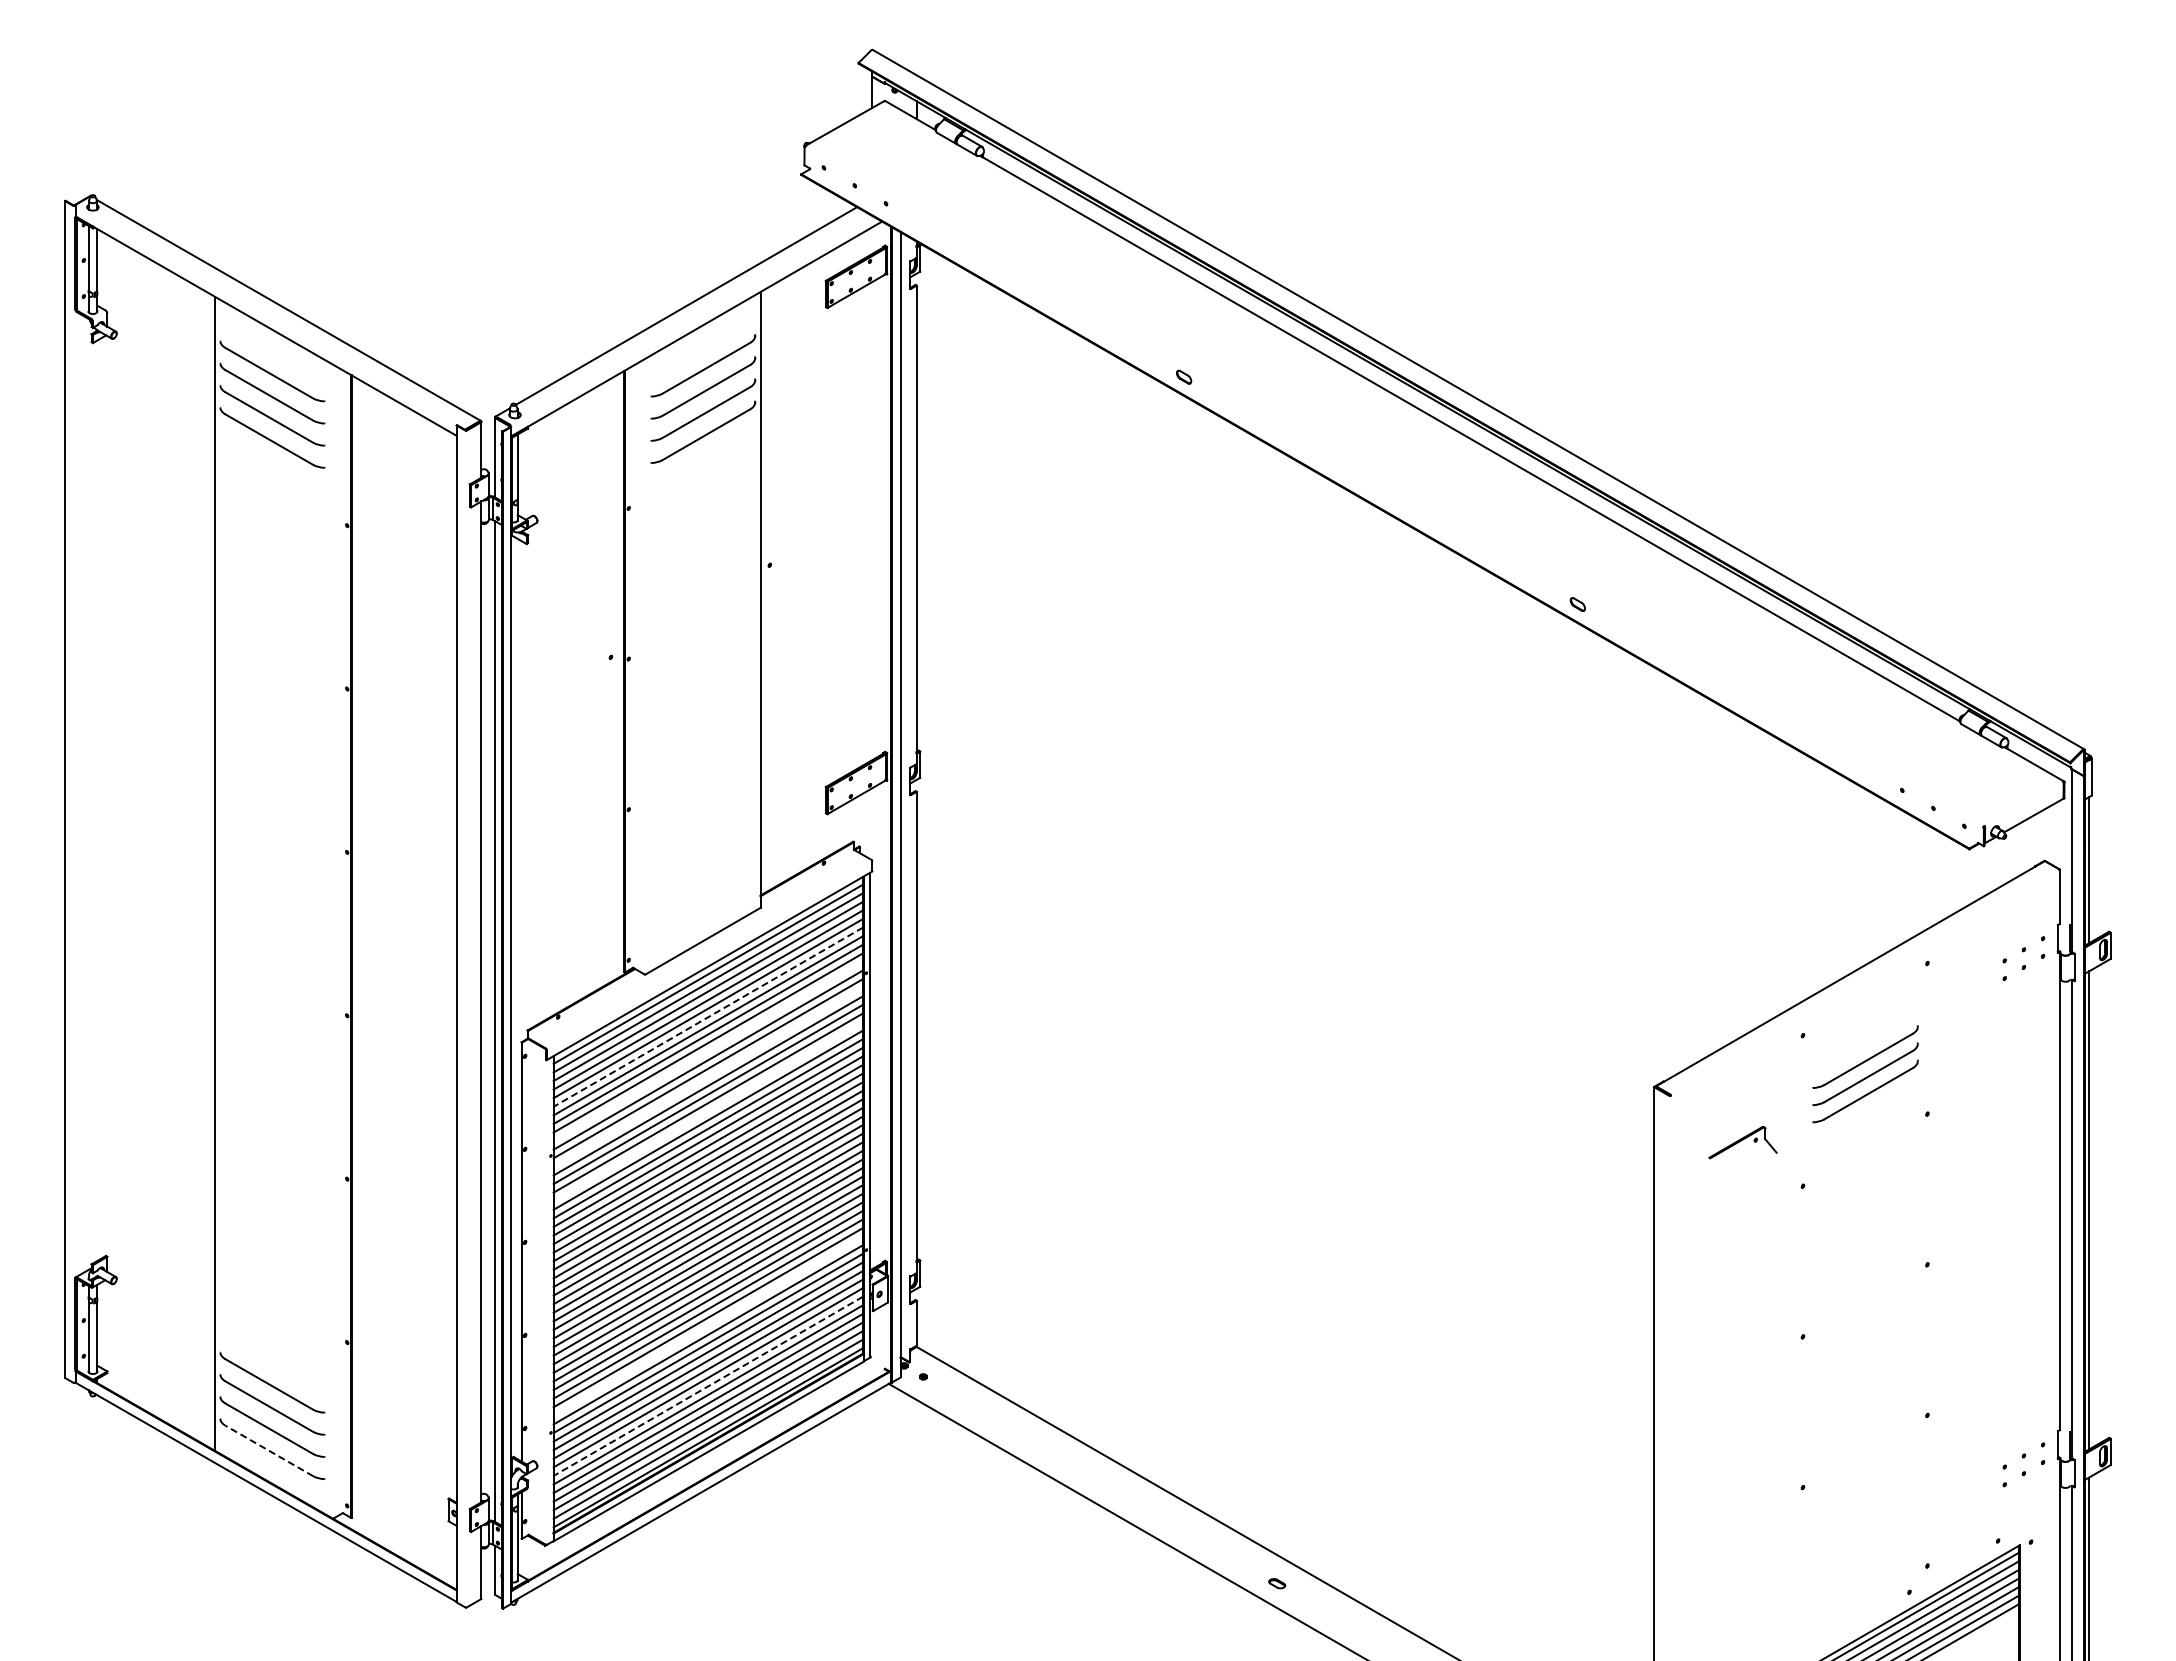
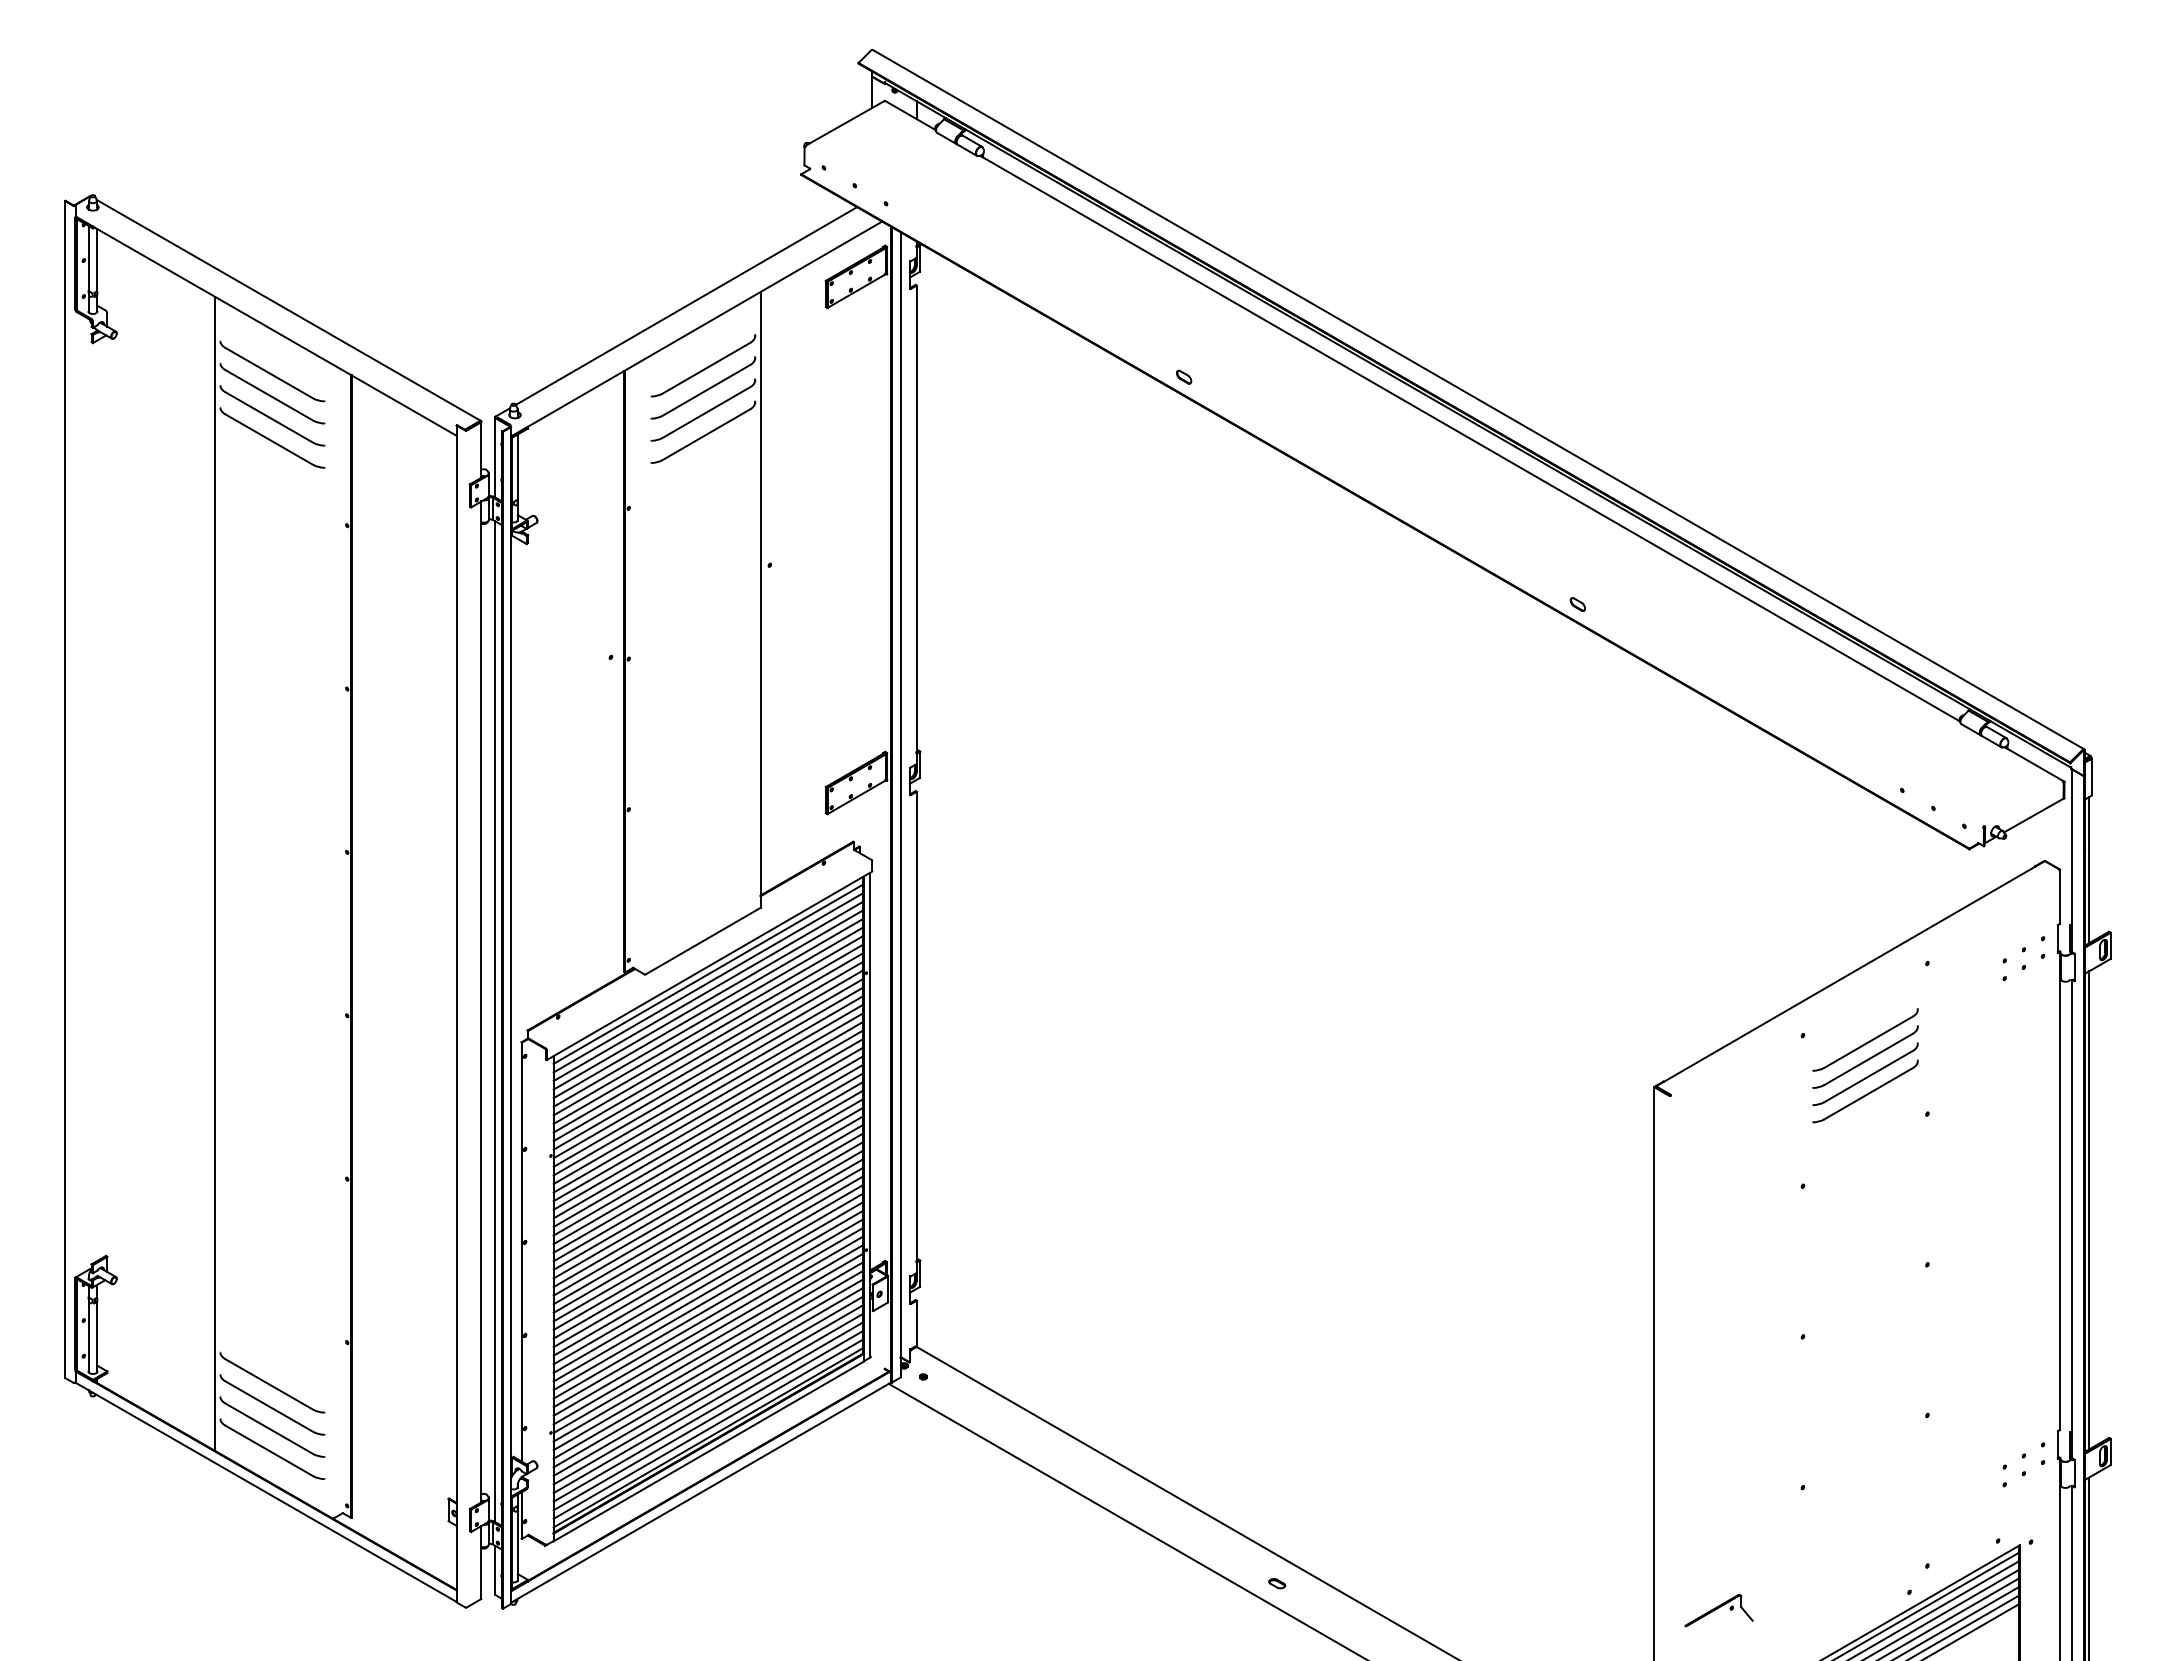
line at (708, 1017): dashed -> solid
part at (1865, 1039): none -> present
line at (708, 1051): none -> present
line at (708, 1076): none -> present
line at (708, 1111): none -> present
part at (1742, 1142) position: (1742, 1142) -> (1718, 1610)
line at (708, 1325): none -> present
line at (708, 1386): dashed -> solid
line at (269, 1450): dashed -> solid
